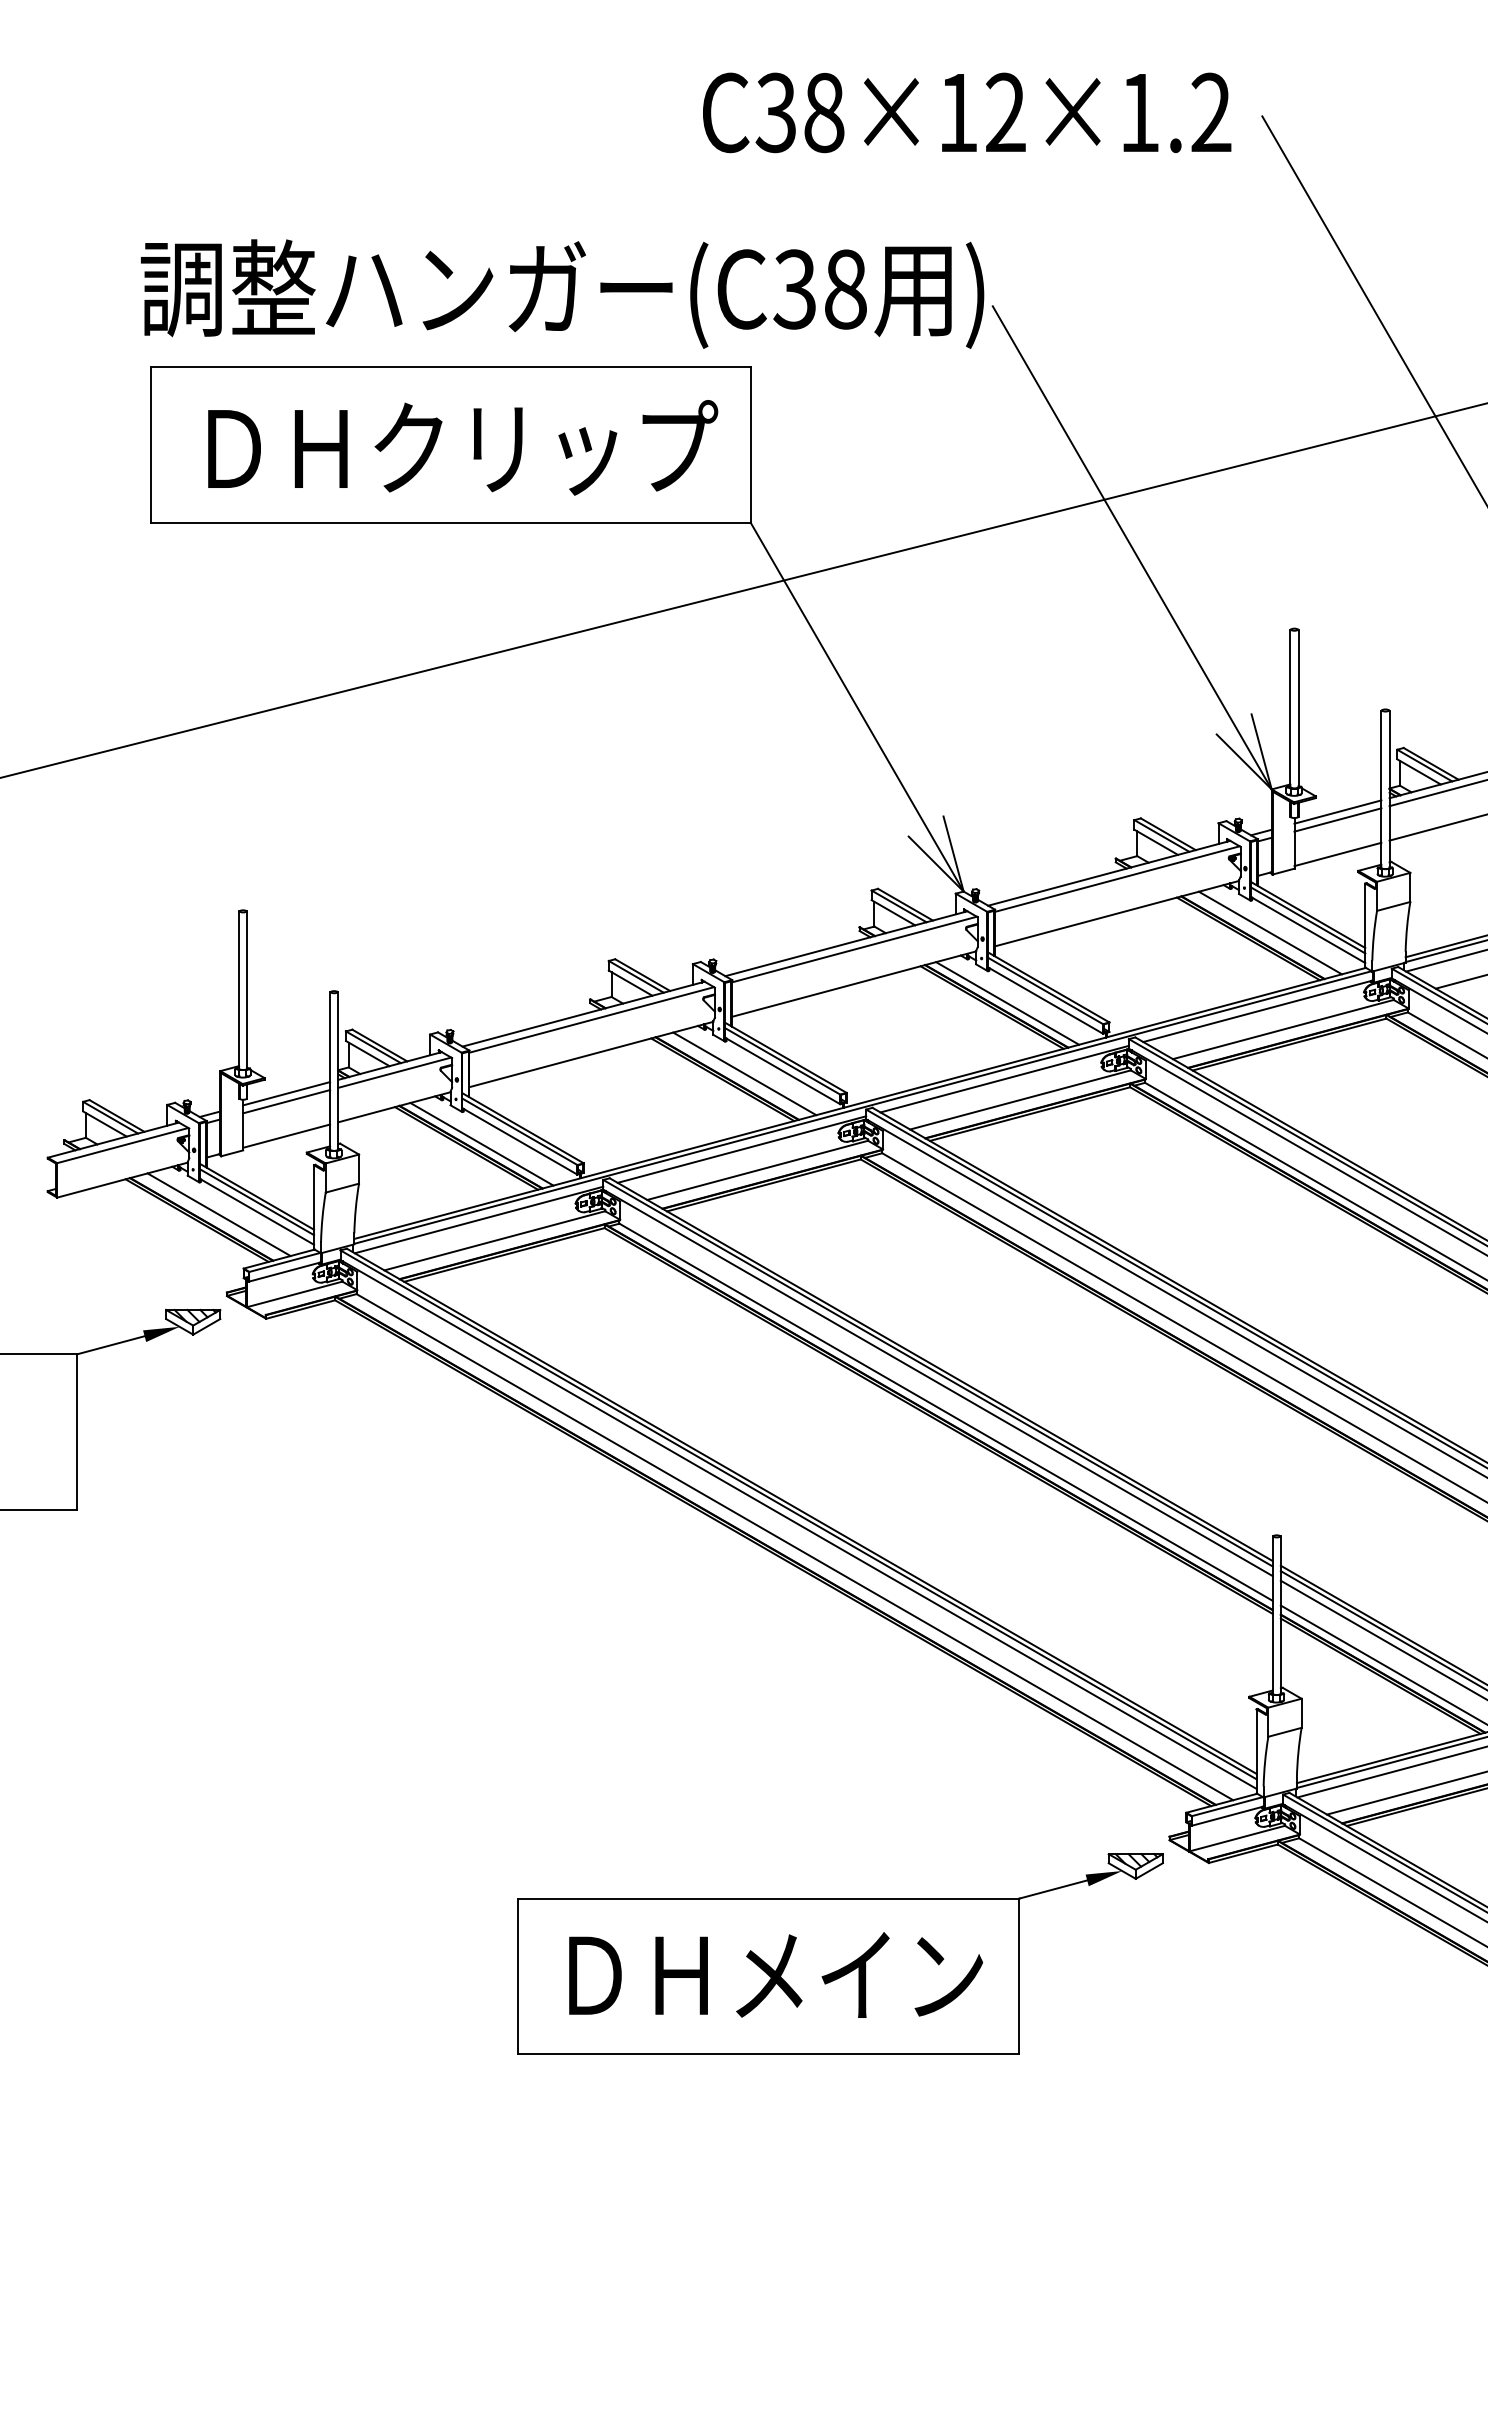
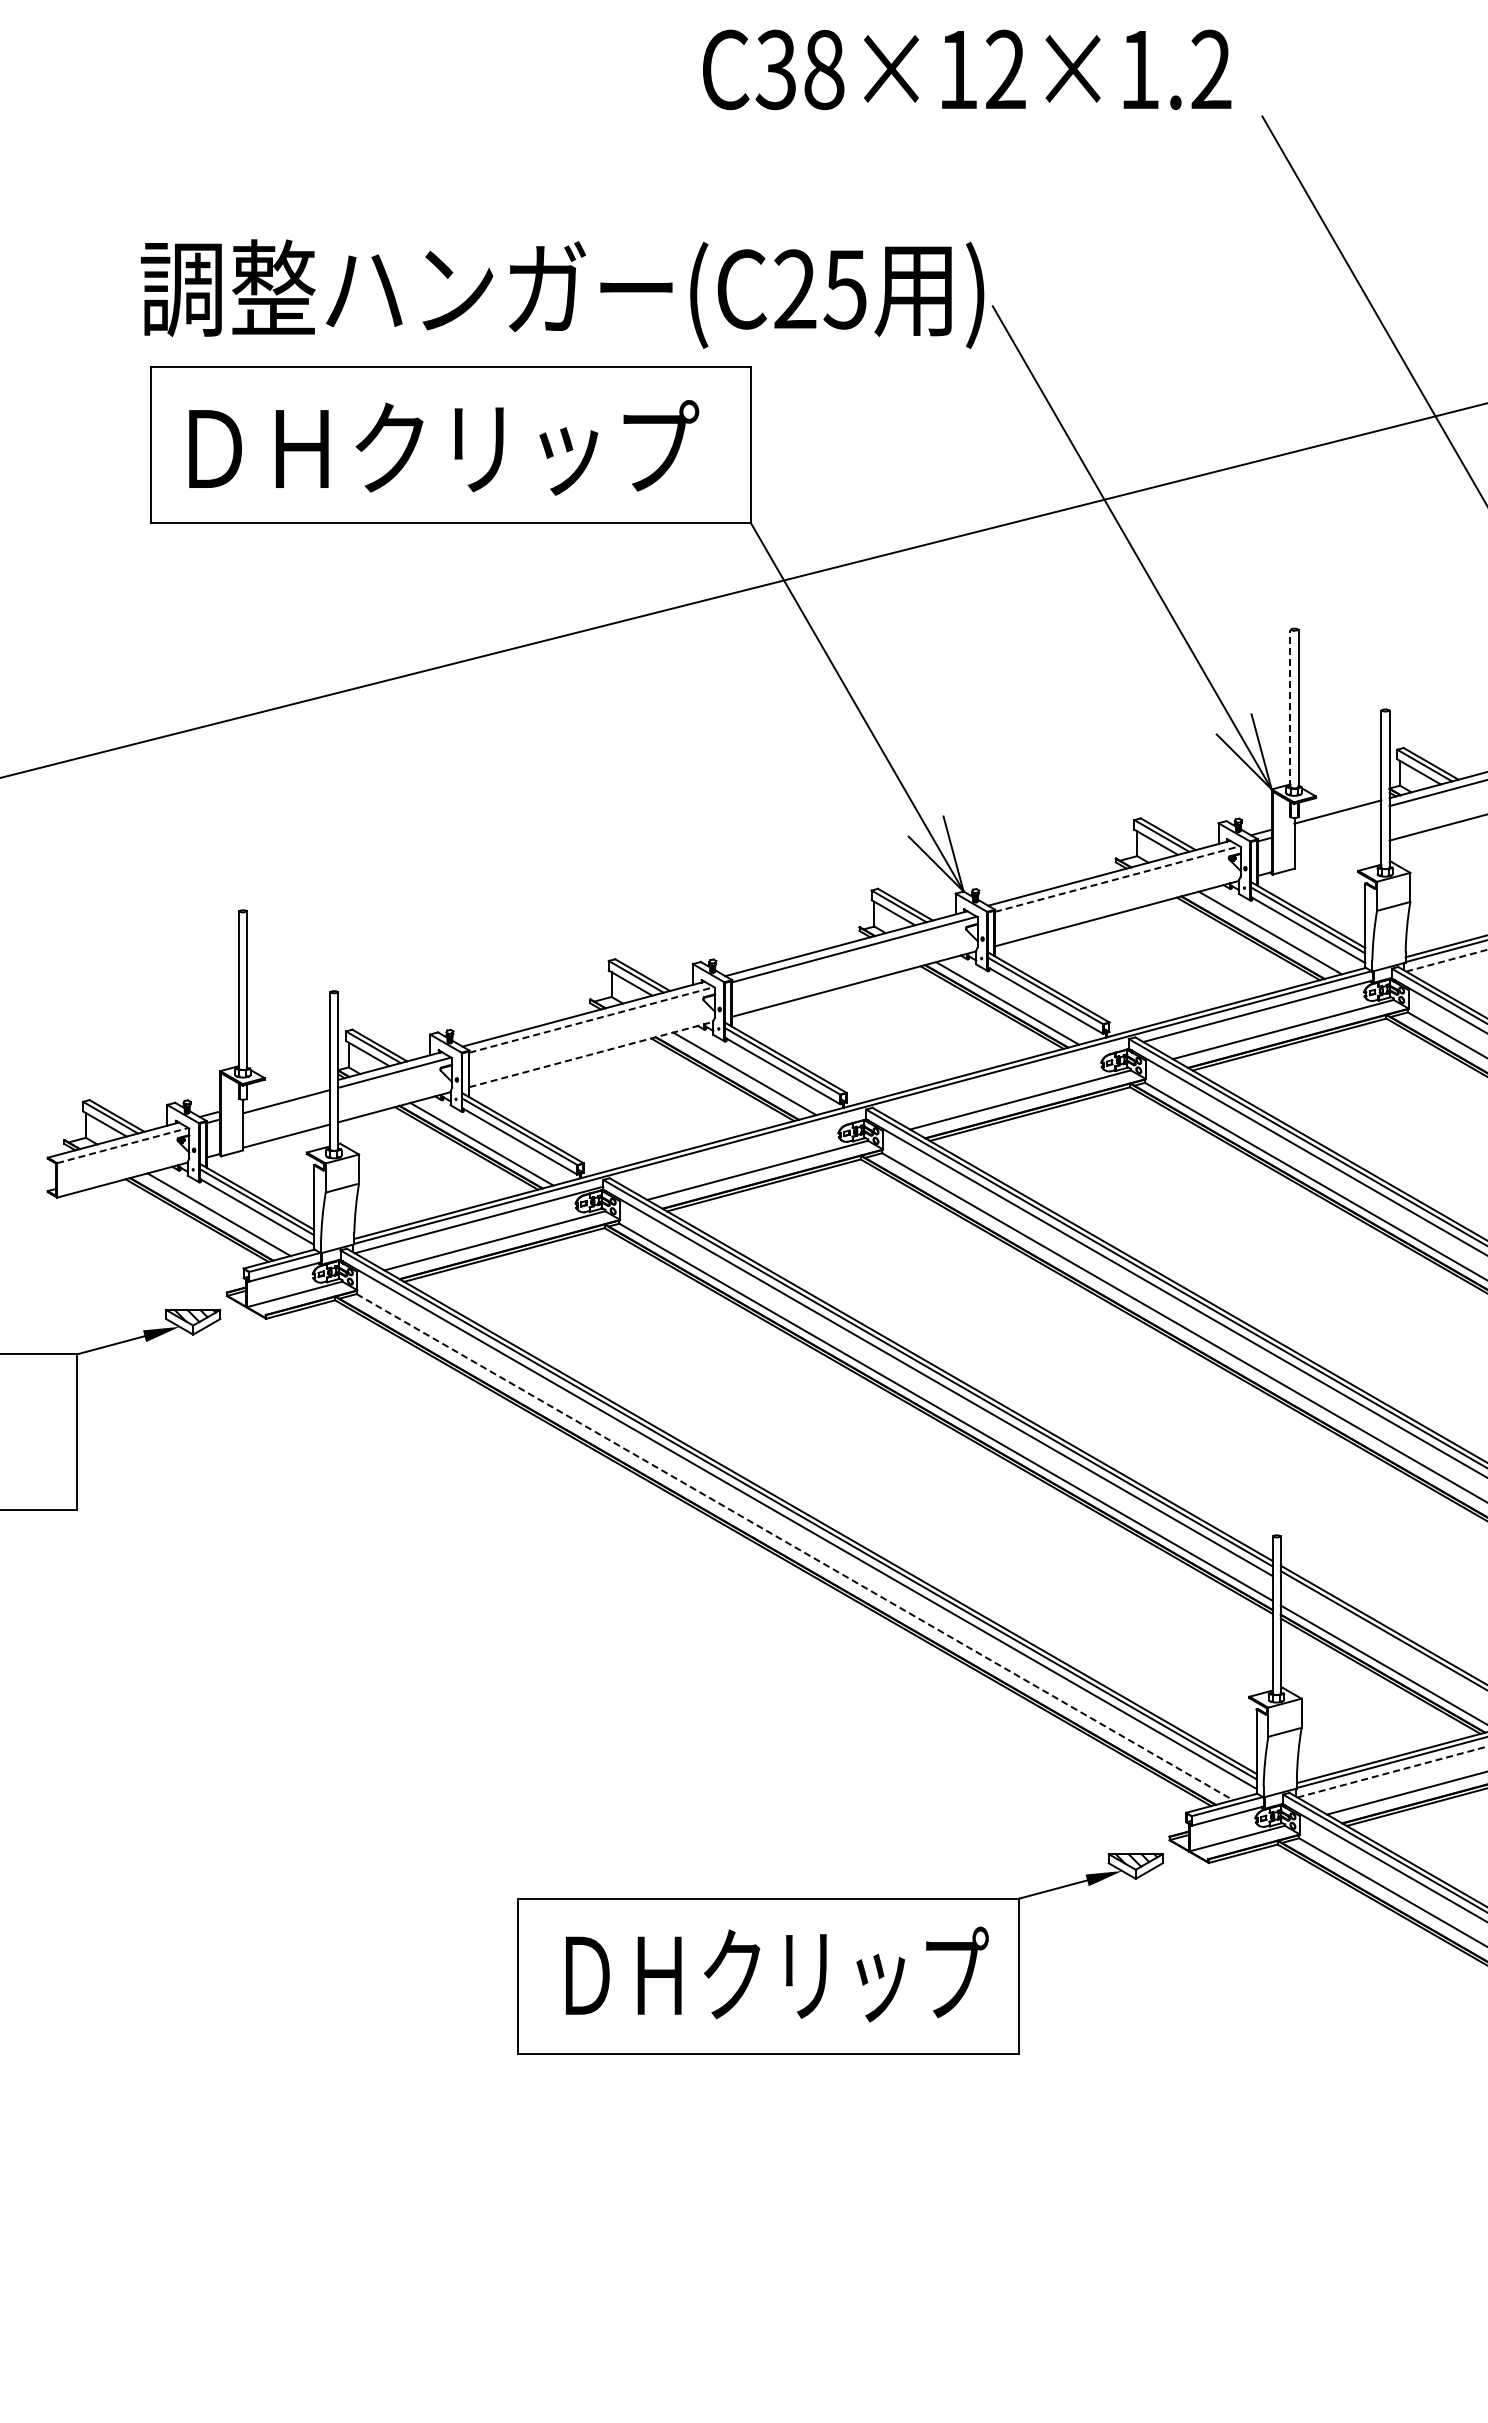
text at (967, 112) position: (967, 112) -> (967, 69)
text at (819, 289): (C38 -> (C25
text at (463, 447) position: (463, 447) -> (444, 447)
line at (1290, 708): solid -> dashed
line at (1337, 819): present -> none
line at (1337, 854): present -> none
line at (1117, 879): solid -> dashed
line at (1446, 960): solid -> dashed
line at (1459, 981): present -> none
line at (591, 1019): solid -> dashed
line at (591, 1054): solid -> dashed
line at (1004, 1078): present -> none
line at (286, 1093): present -> none
line at (122, 1145): solid -> dashed
line at (741, 1149): present -> none
line at (795, 1547): solid -> dashed
line at (1382, 1639): present -> none
line at (1392, 1771): solid -> dashed
text at (777, 1974): ＤＨメイン -> ＤＨクリップ
